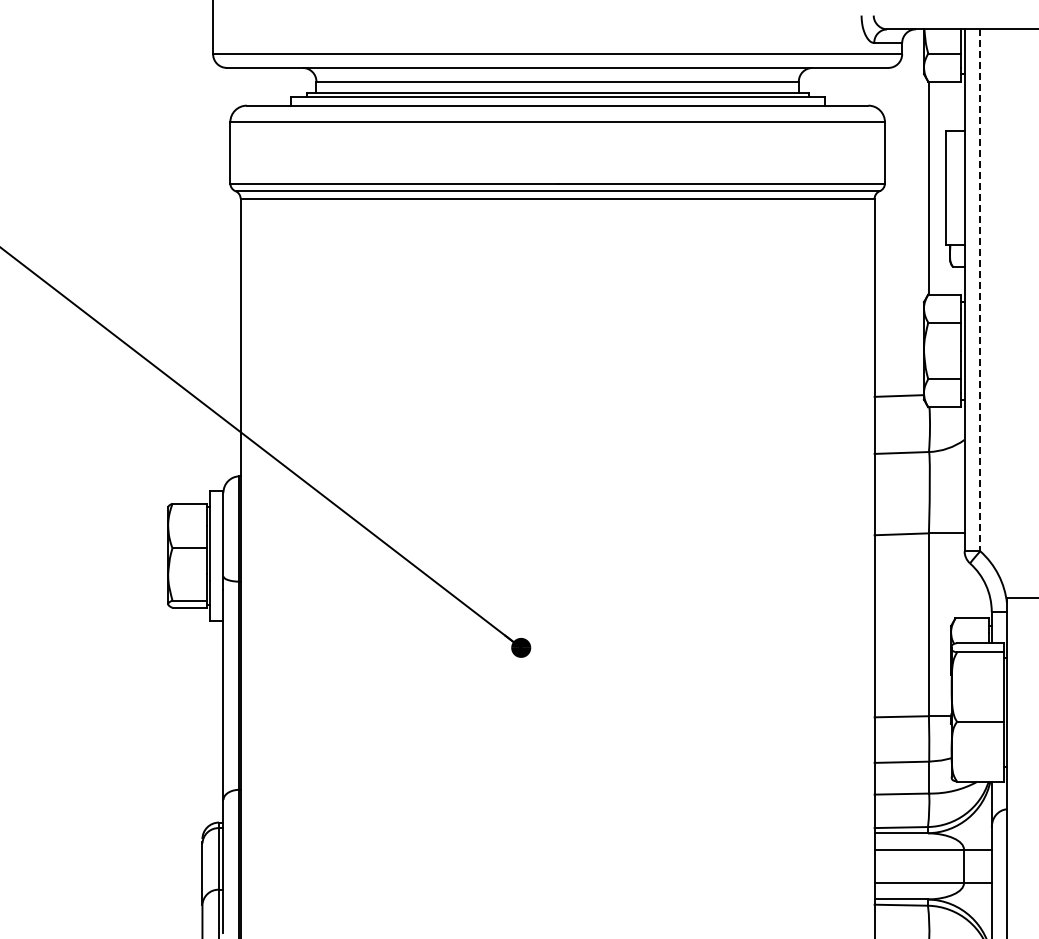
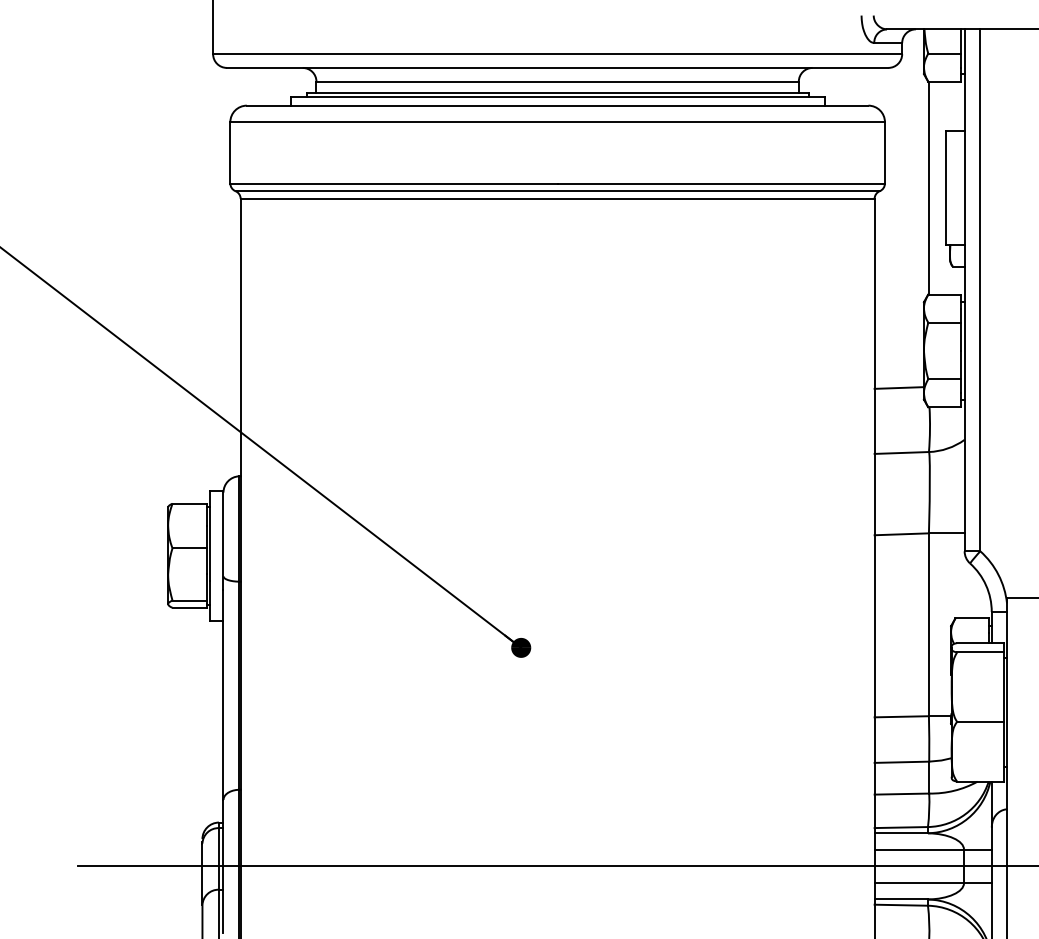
line at (980, 290): dashed -> solid
line at (898, 395) position: (898, 395) -> (898, 387)
line at (556, 866): none -> present
